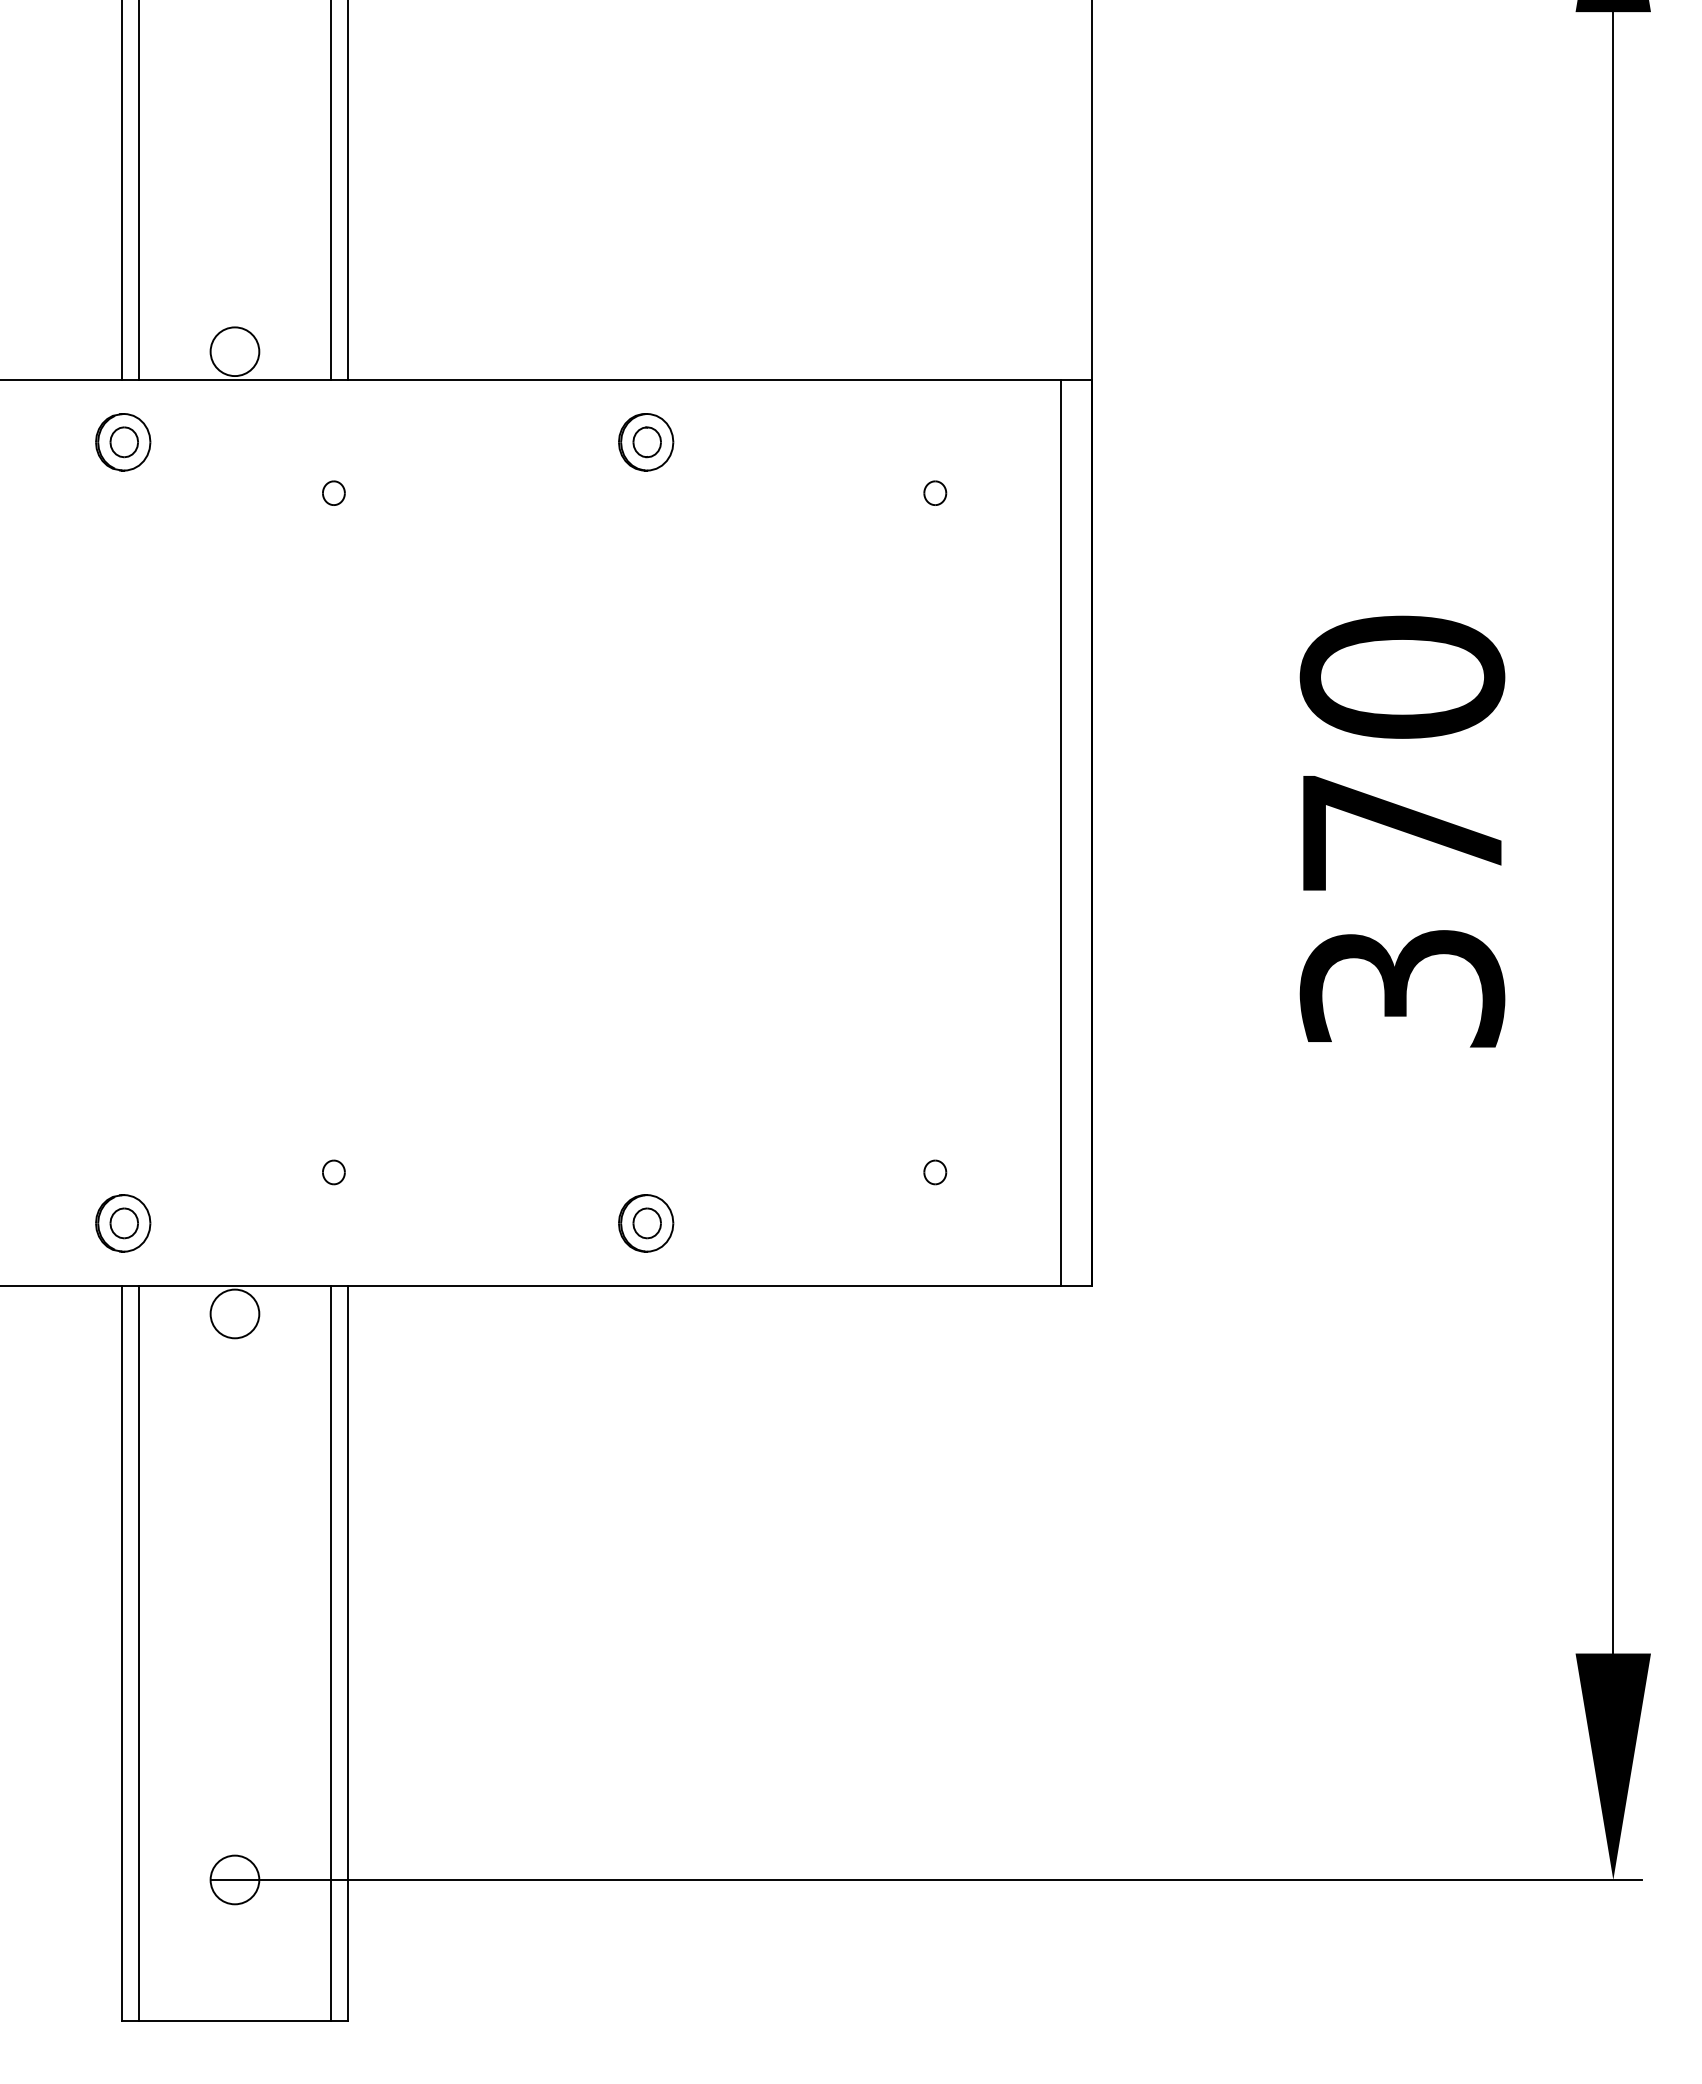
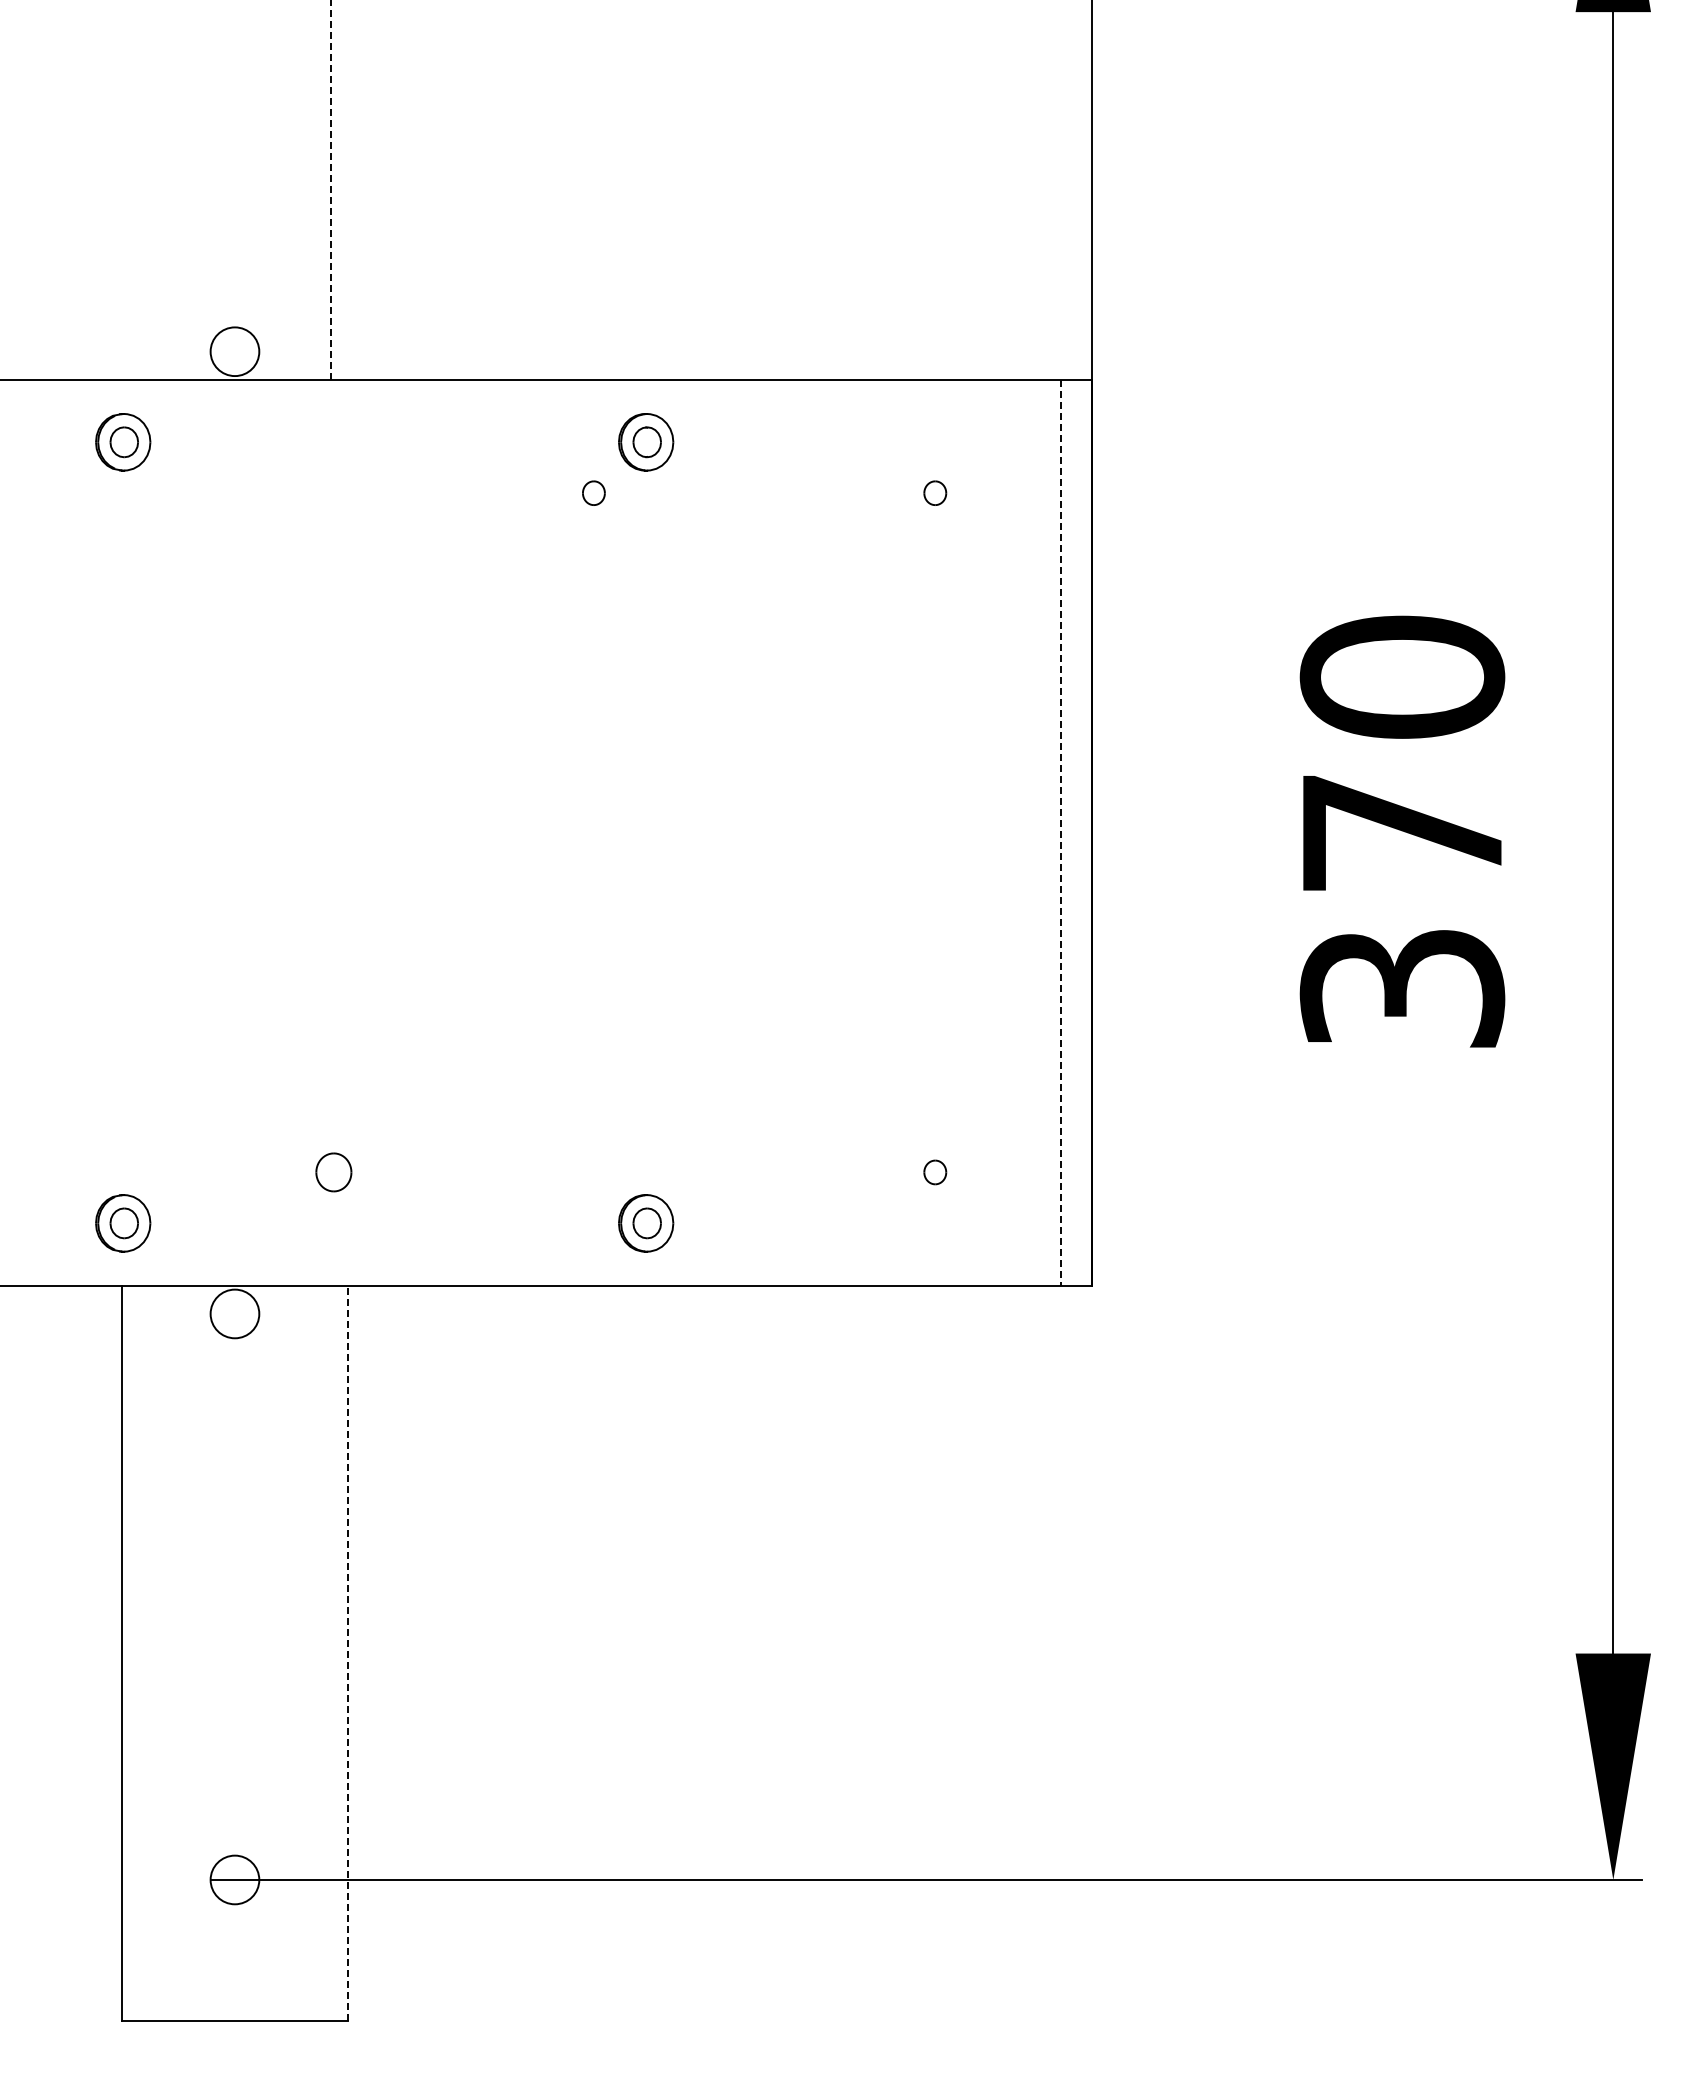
line at (331, 190): solid -> dashed
line at (121, 191): present -> none
line at (138, 191): present -> none
line at (348, 191): present -> none
part at (333, 492) position: (333, 492) -> (593, 492)
line at (1060, 832): solid -> dashed
part at (333, 1172) size: 24x27 px -> 38x41 px
line at (138, 1653): present -> none
line at (331, 1653): present -> none
line at (348, 1653): solid -> dashed
